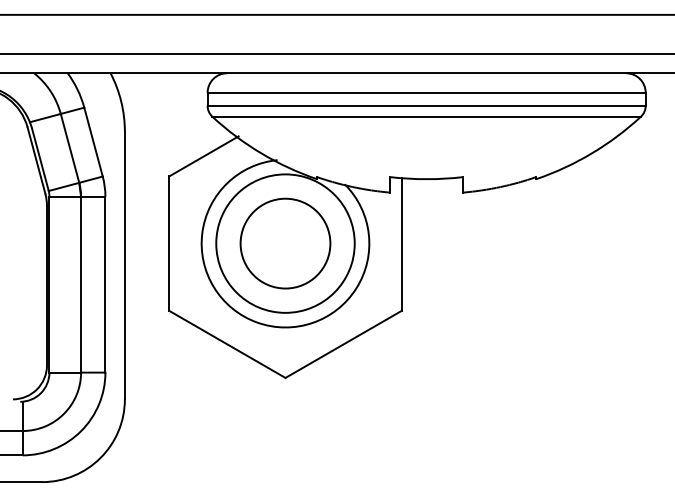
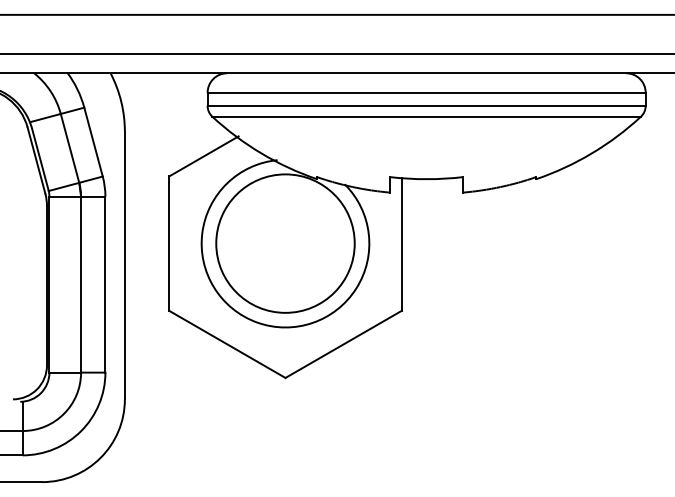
circle at (285, 243): present -> none
